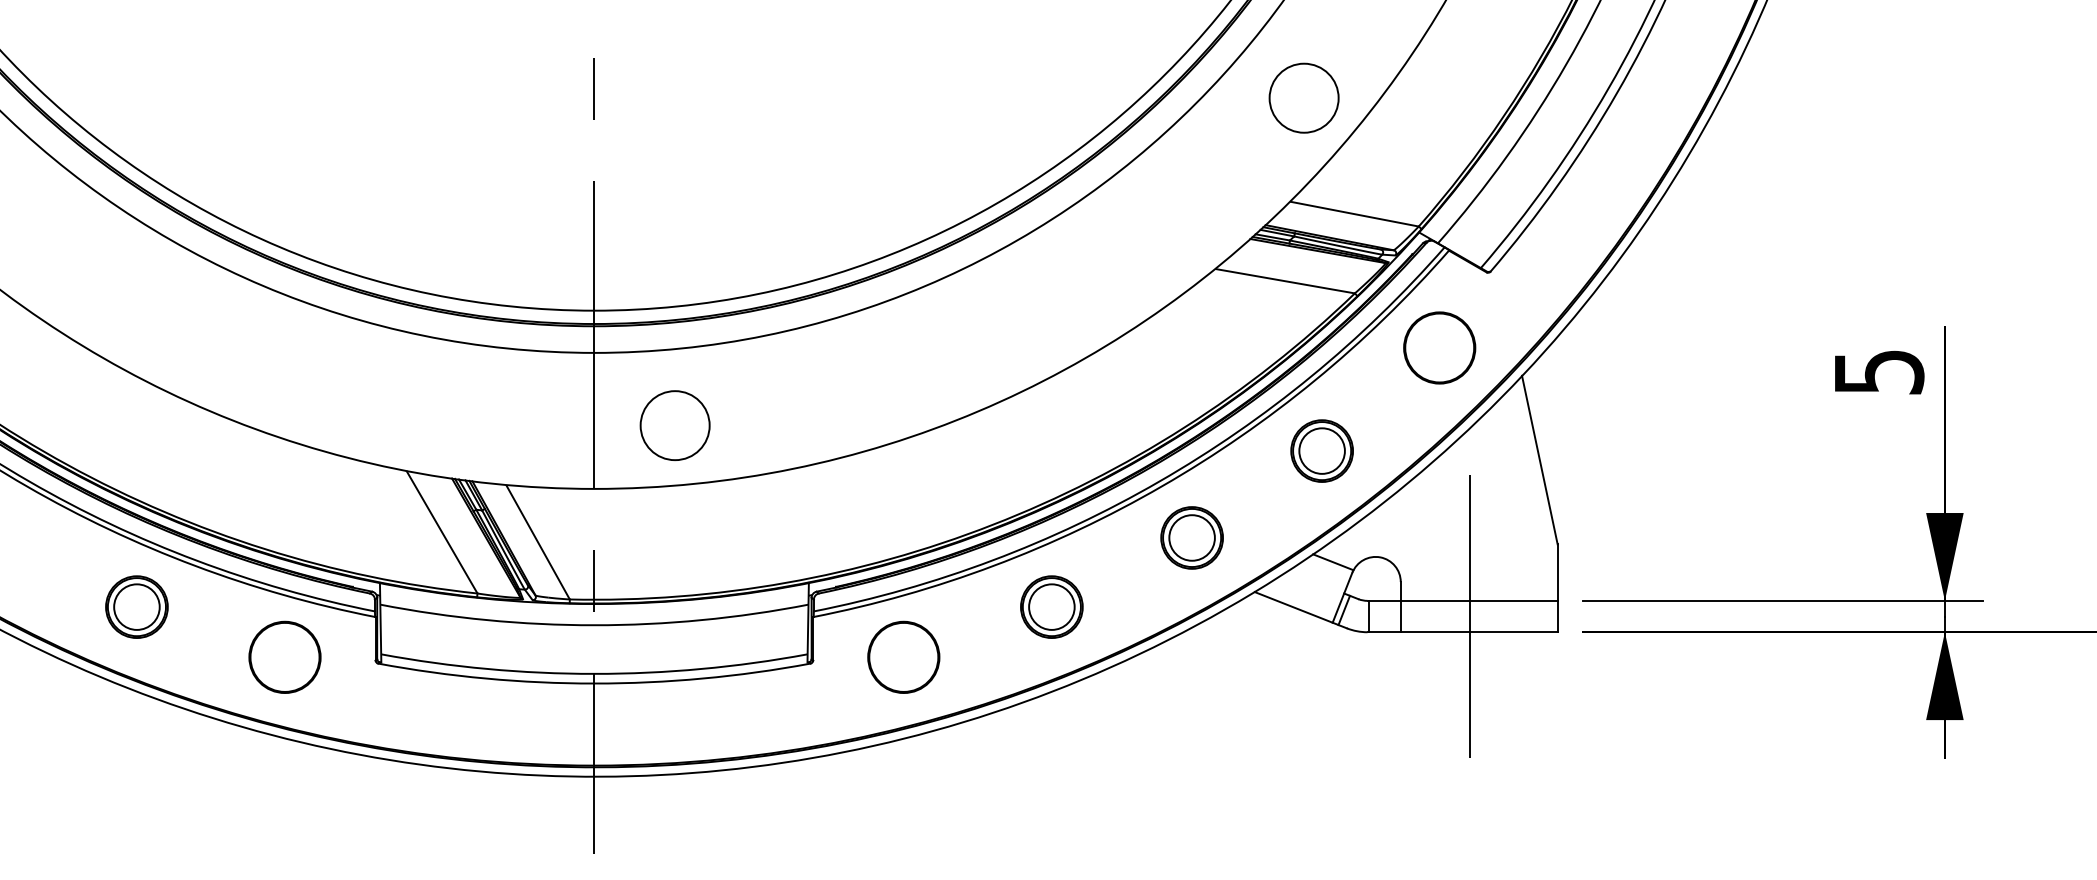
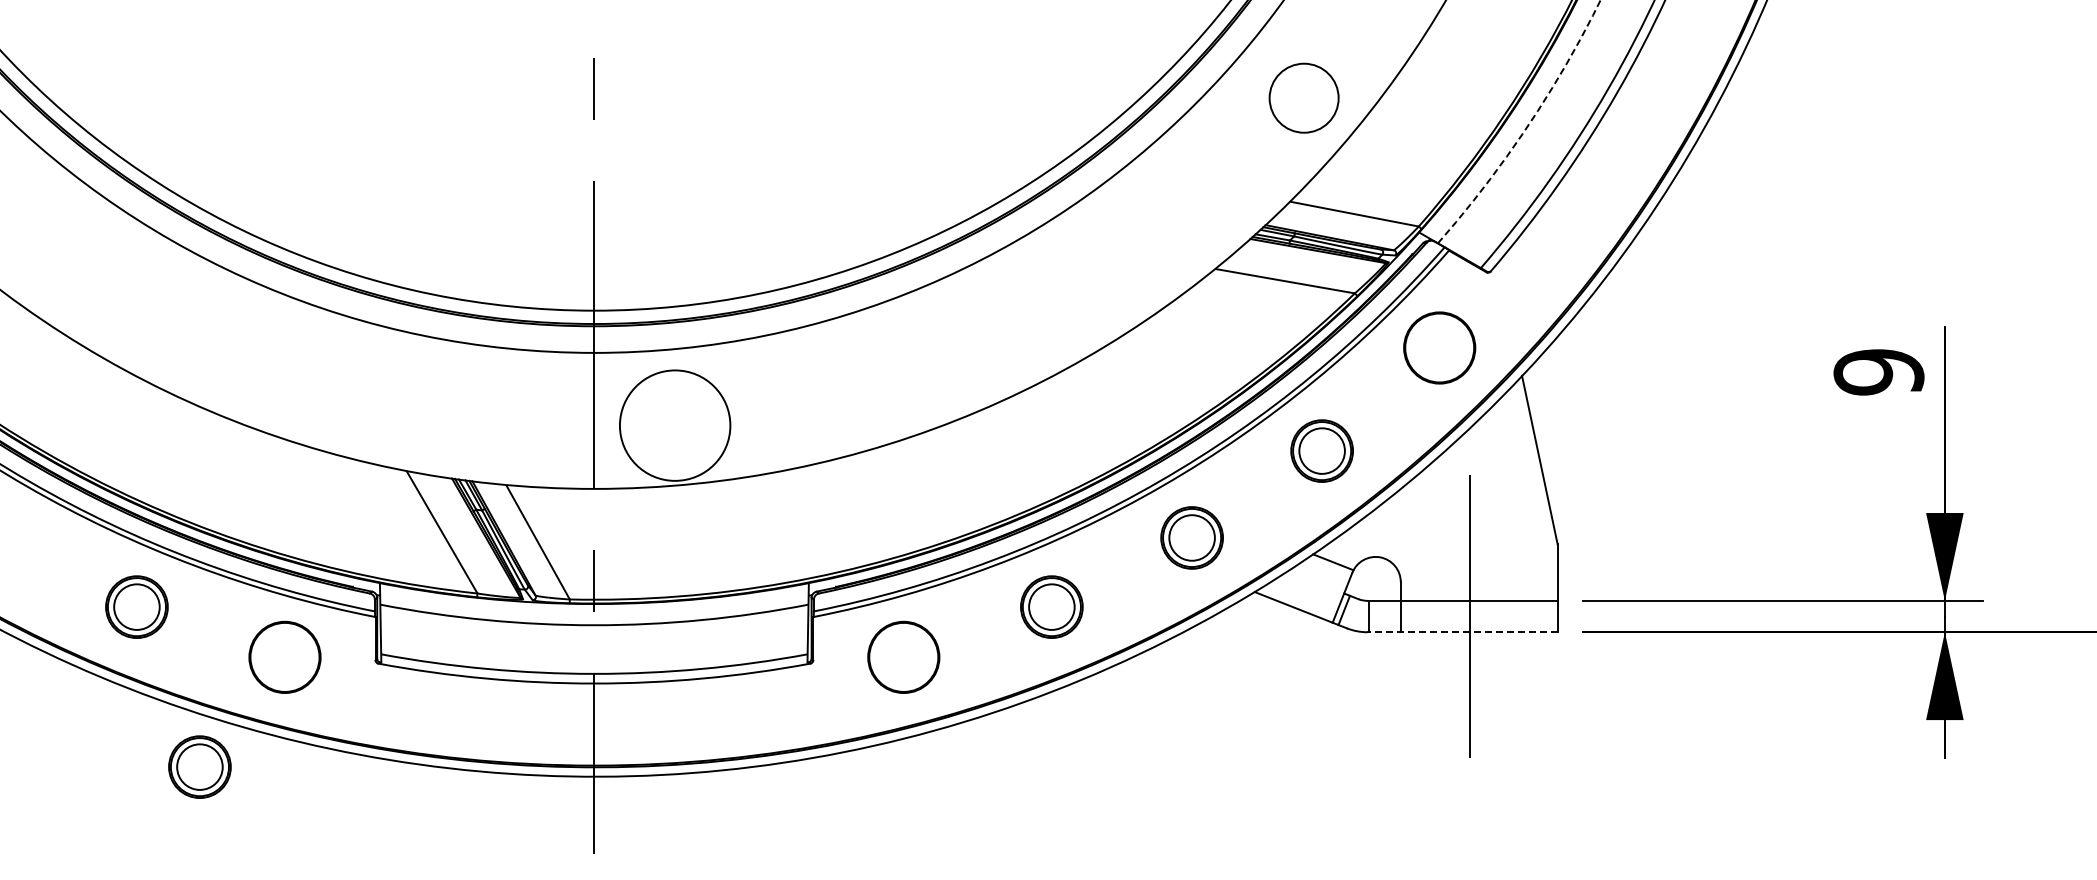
arc at (1527, 126): solid -> dashed
text at (1878, 372): 5 -> 9
circle at (674, 425) diameter: 69 px -> 110 px
line at (1463, 632): solid -> dashed
part at (199, 766): none -> present
